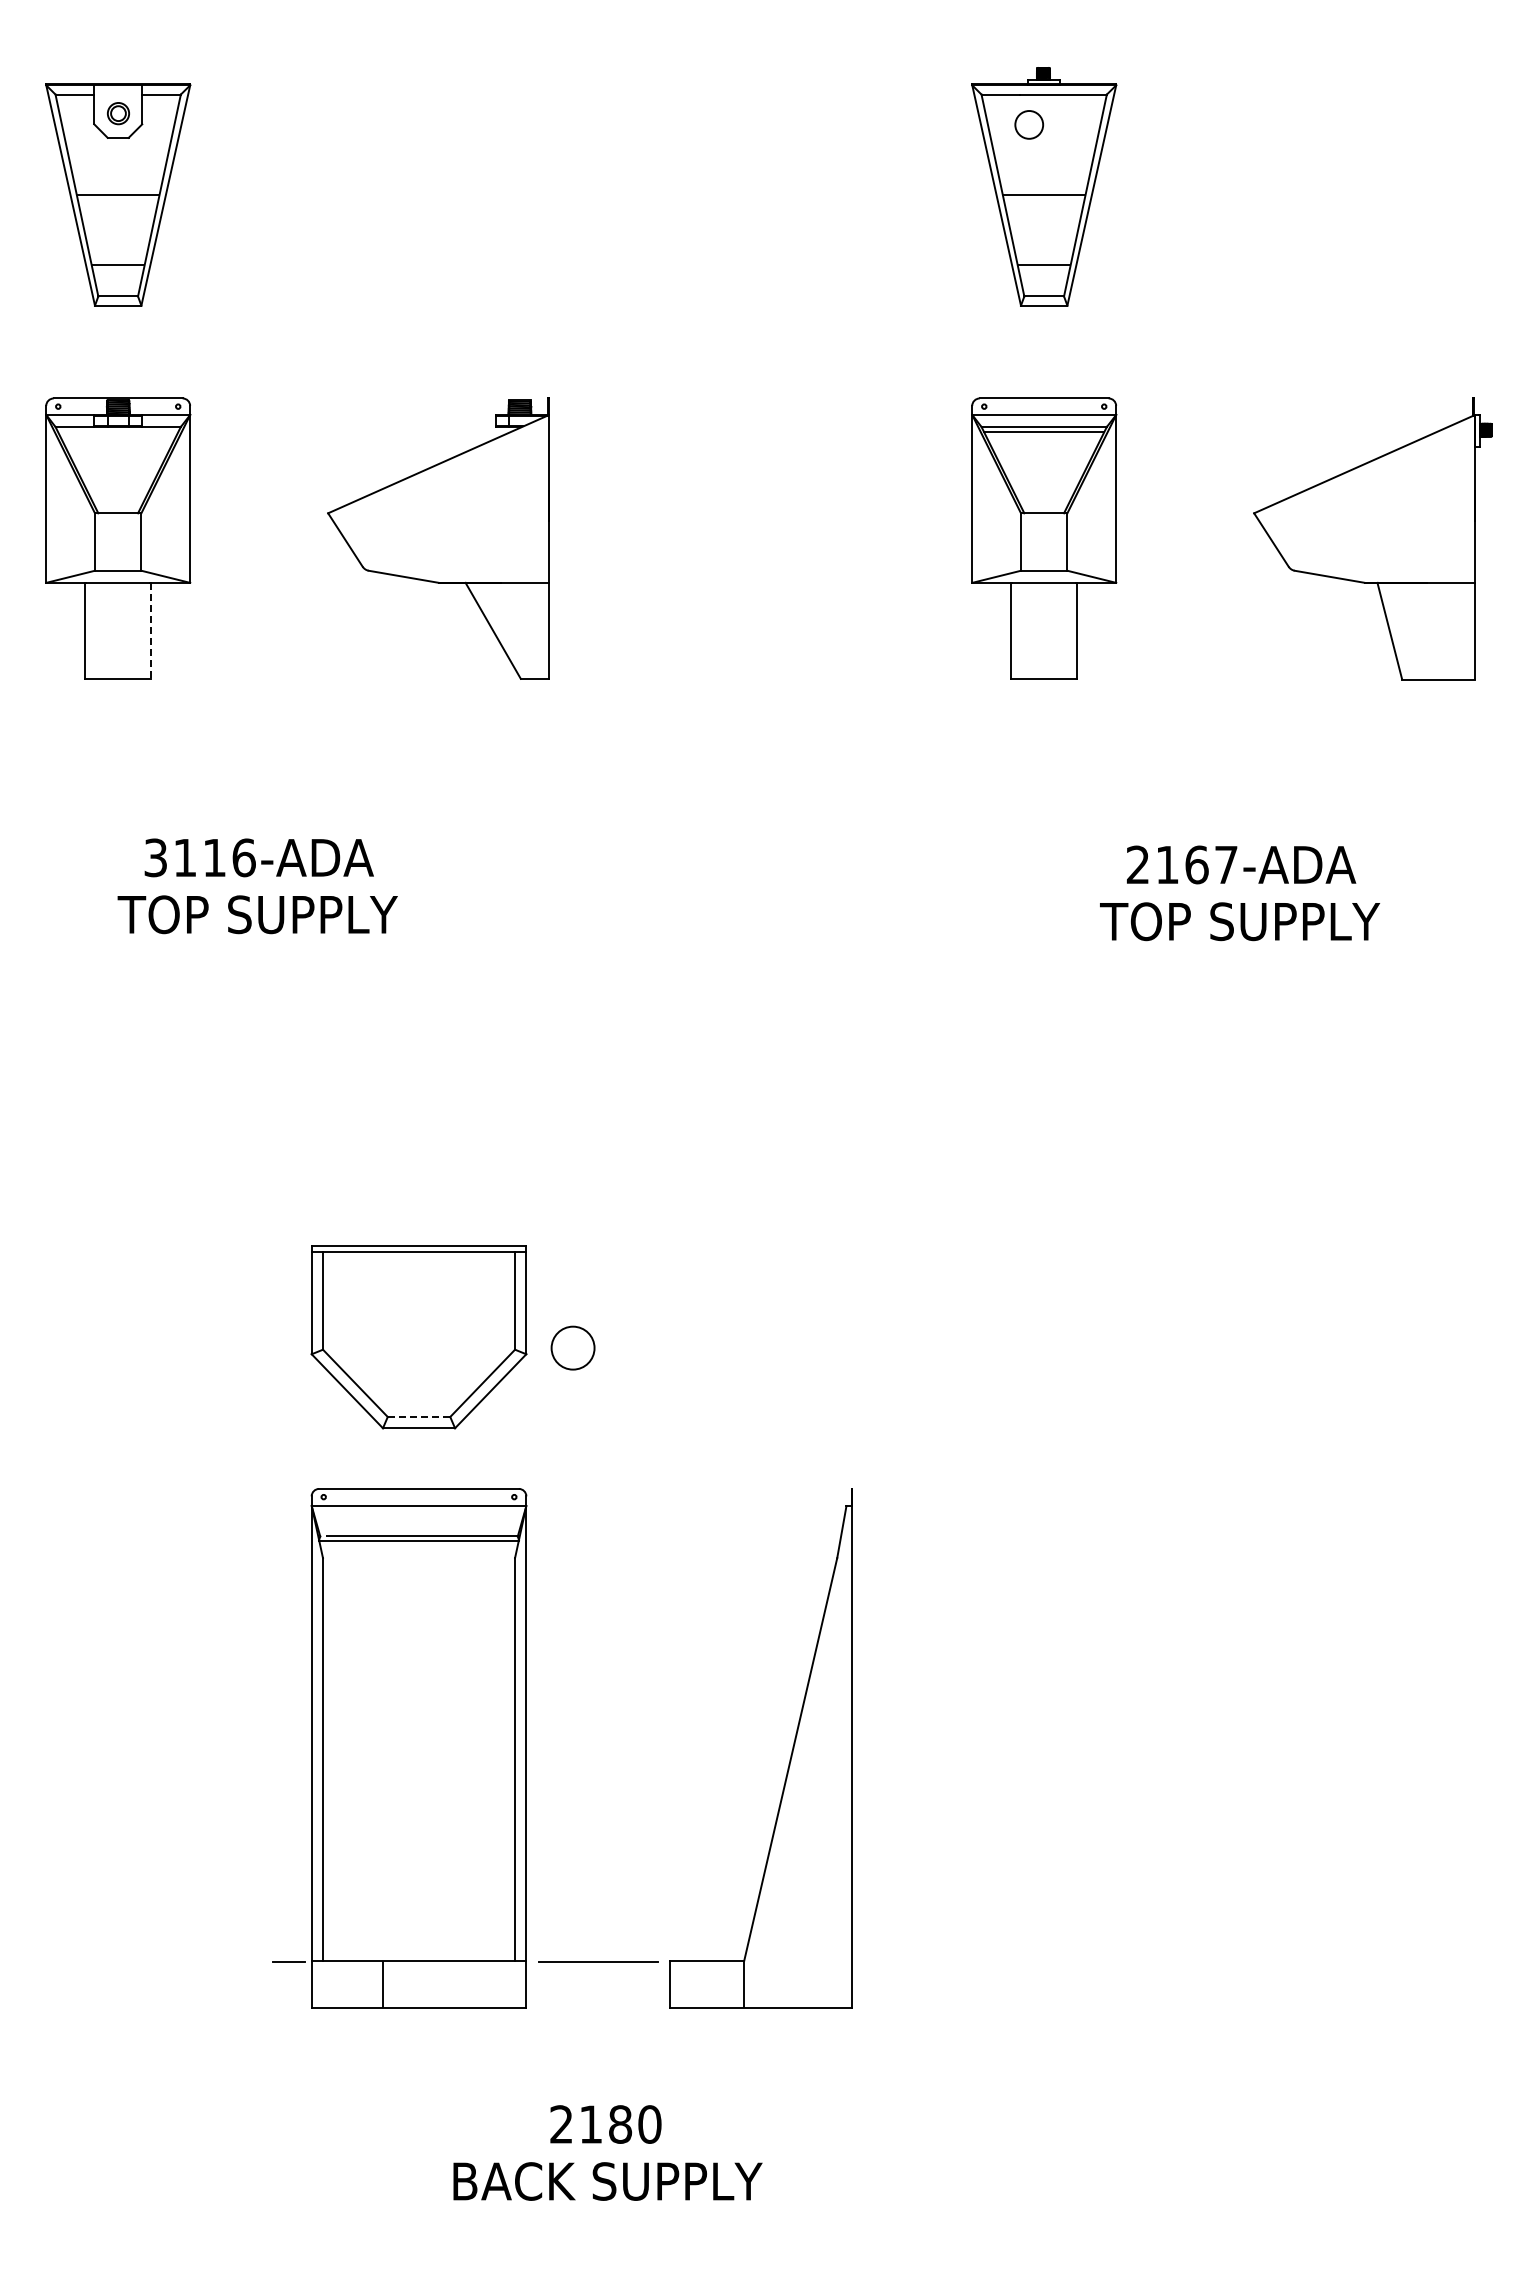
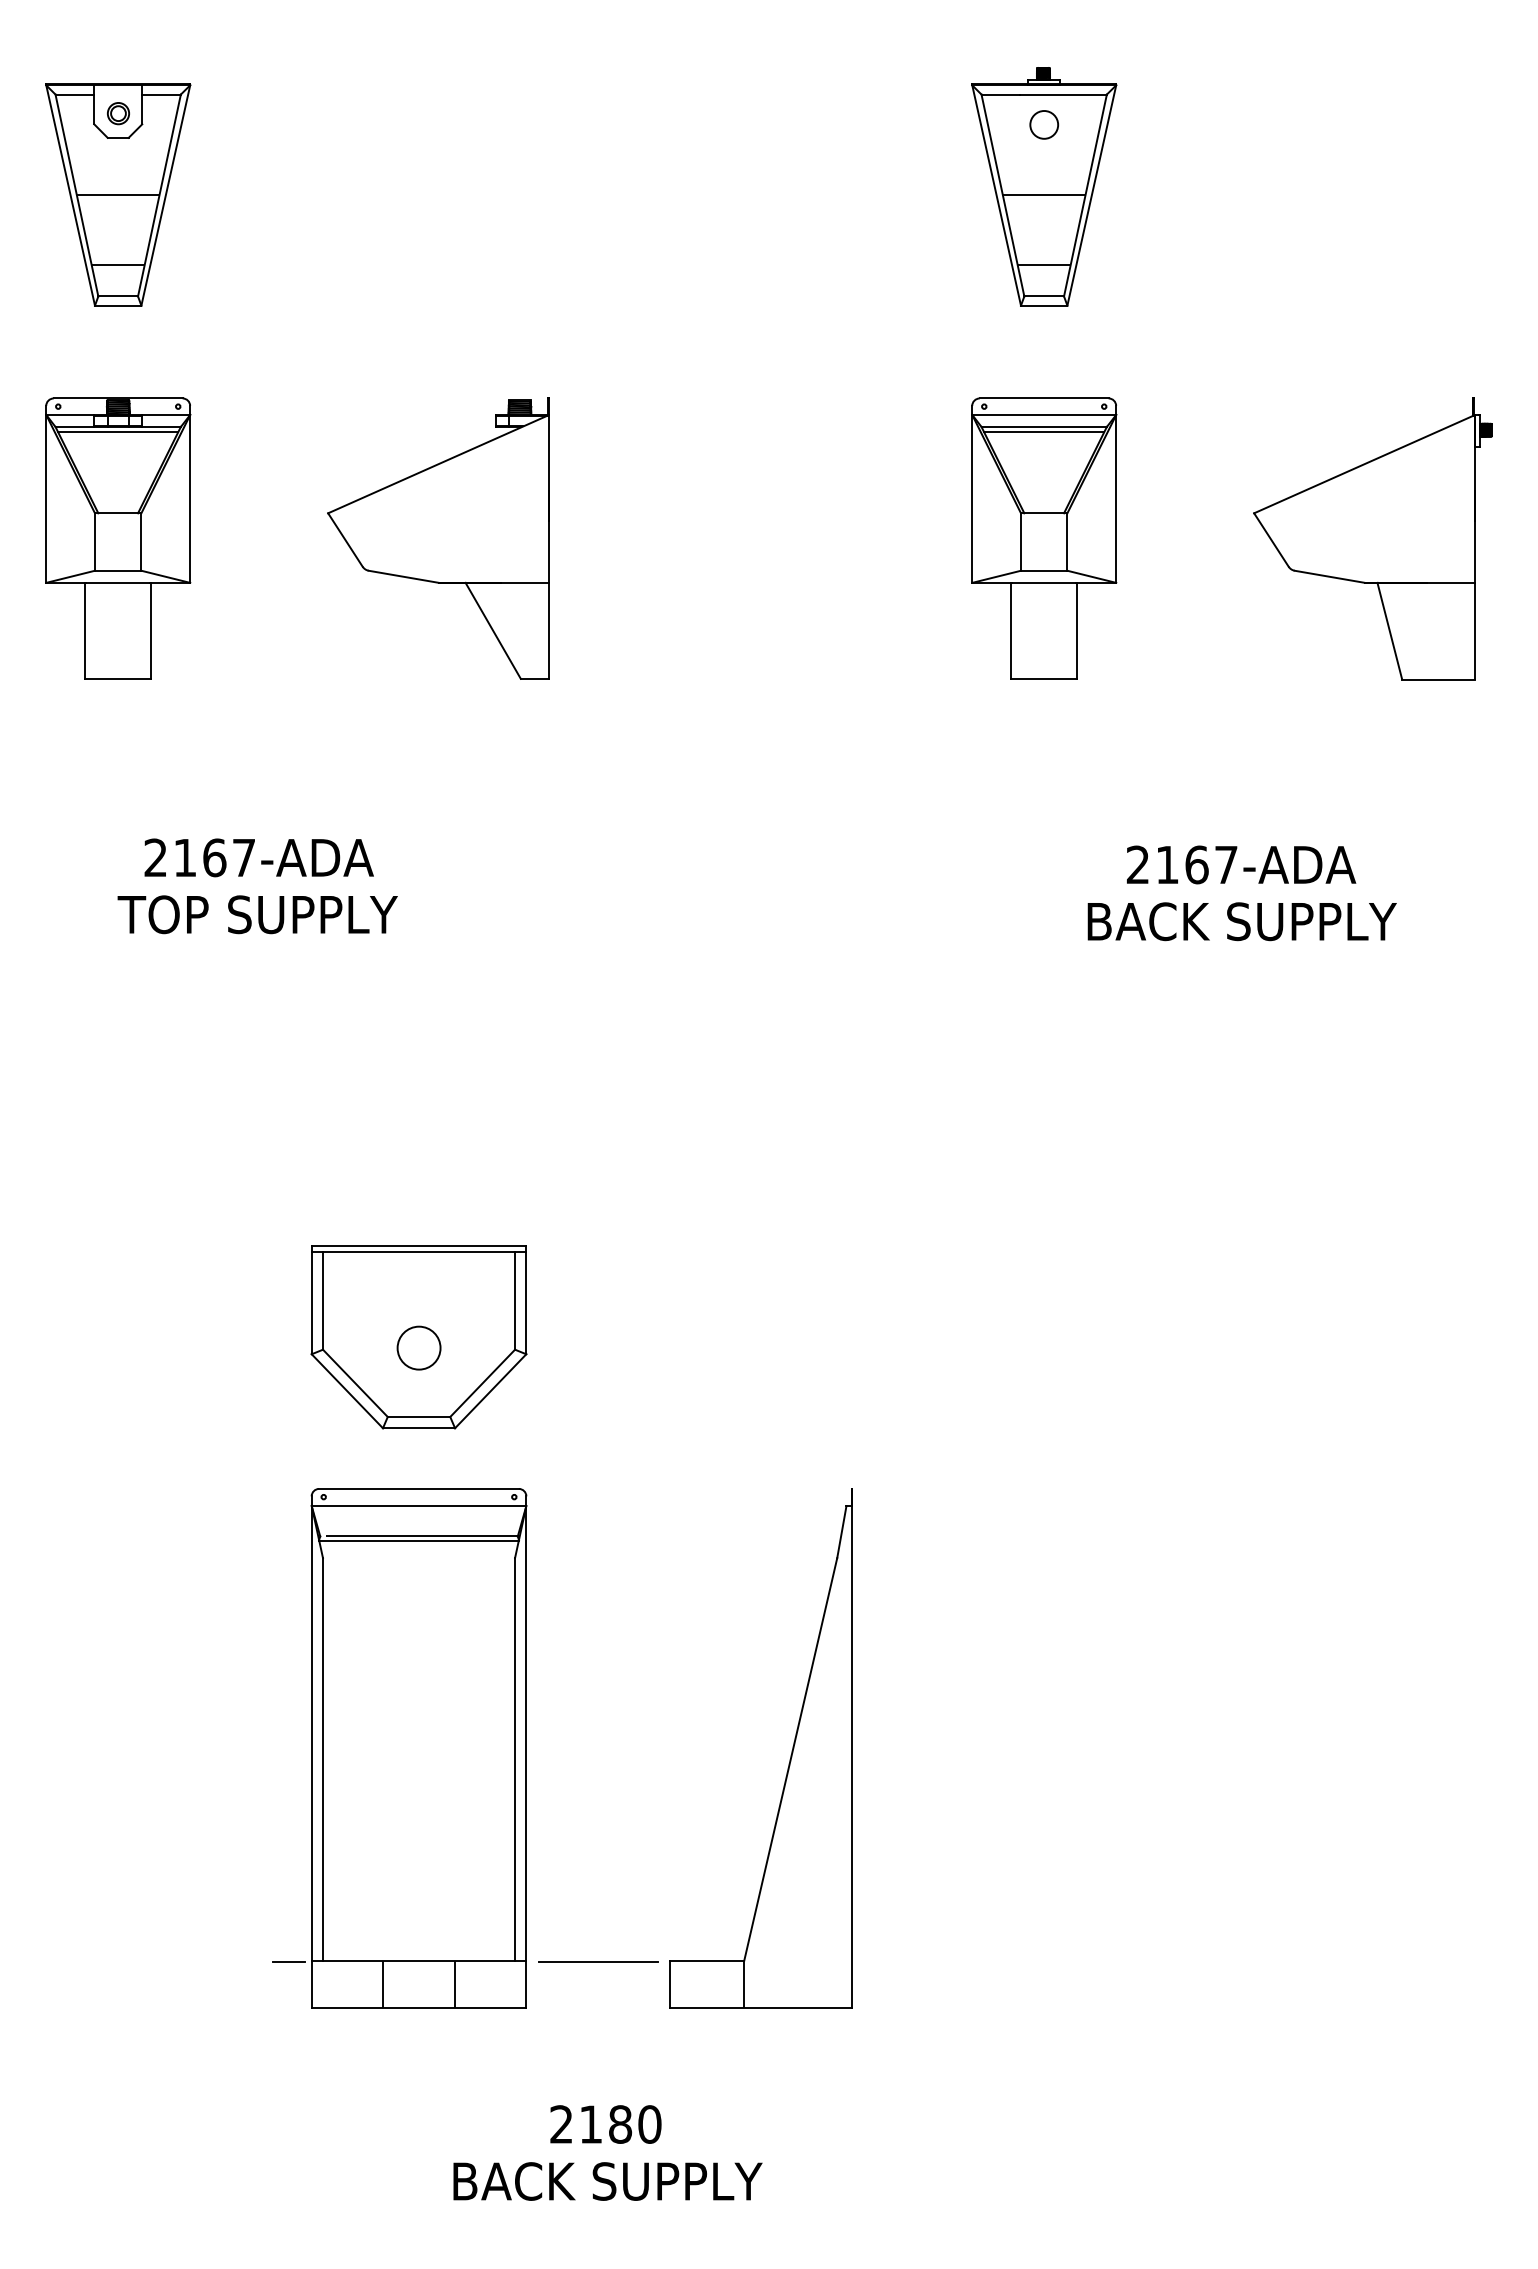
circle at (1029, 124) position: (1029, 124) -> (1044, 124)
line at (118, 432): none -> present
line at (151, 630): dashed -> solid
text at (199, 857): 3116-ADA -> 2167-ADA
text at (1241, 921): TOP SUPPLY -> BACK SUPPLY
circle at (572, 1347) position: (572, 1347) -> (418, 1347)
line at (418, 1417): dashed -> solid
line at (455, 1983): none -> present
